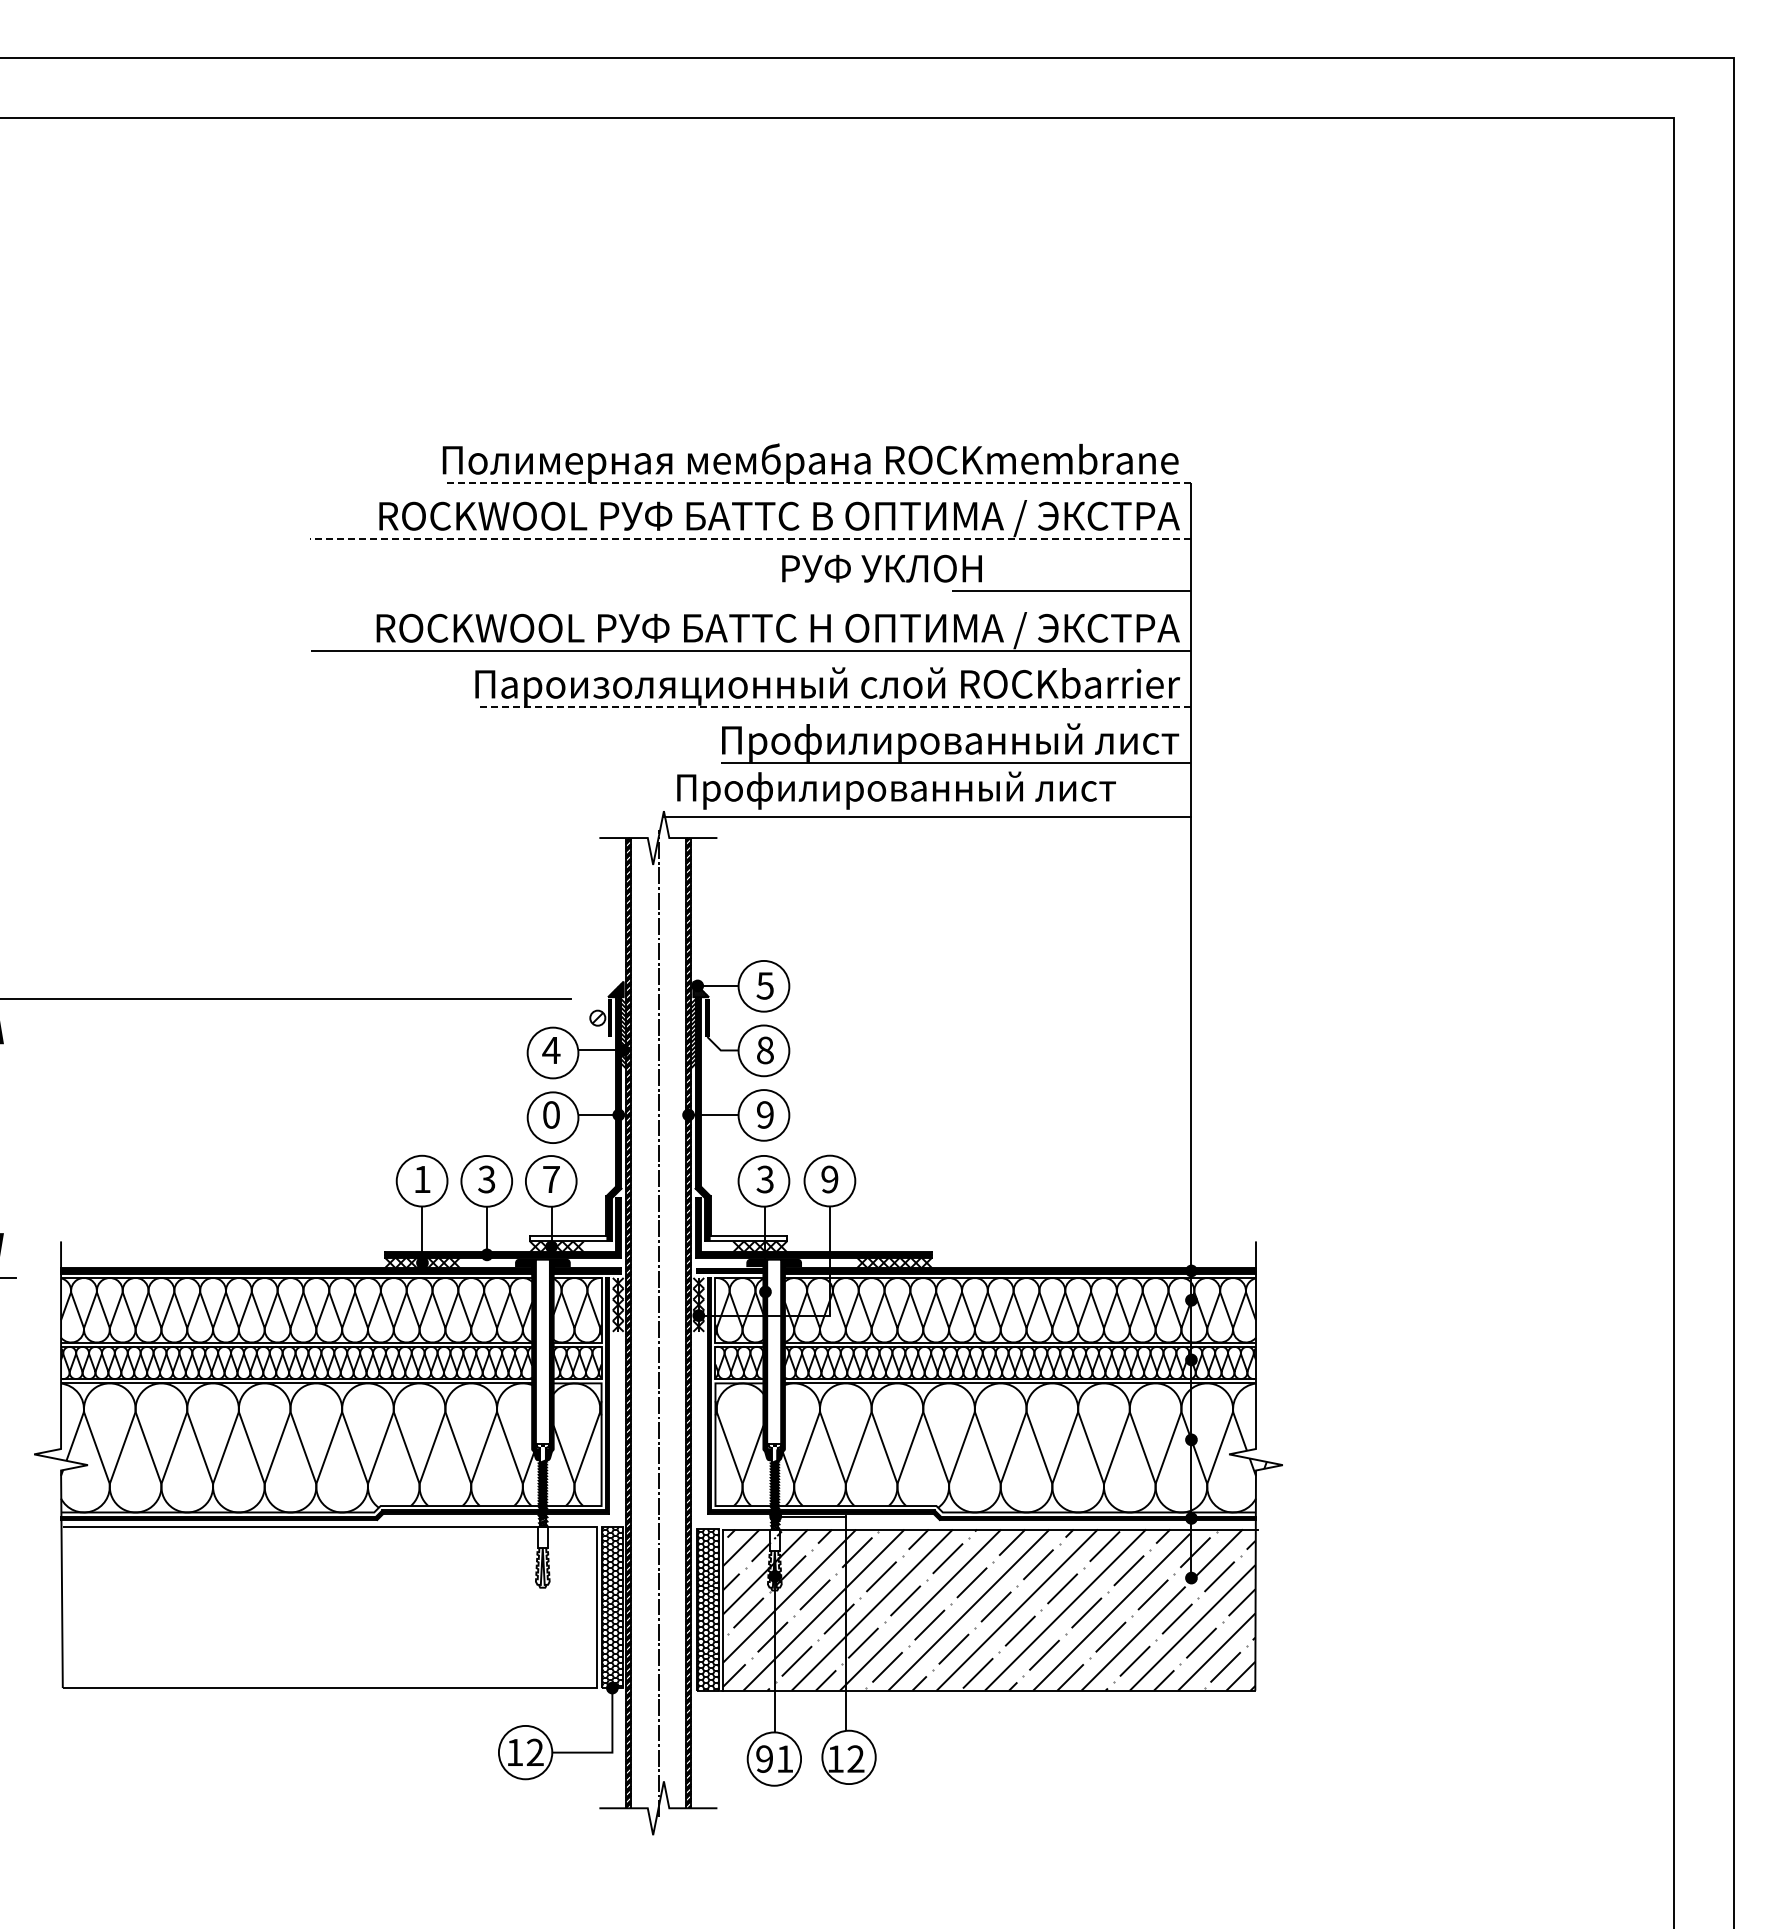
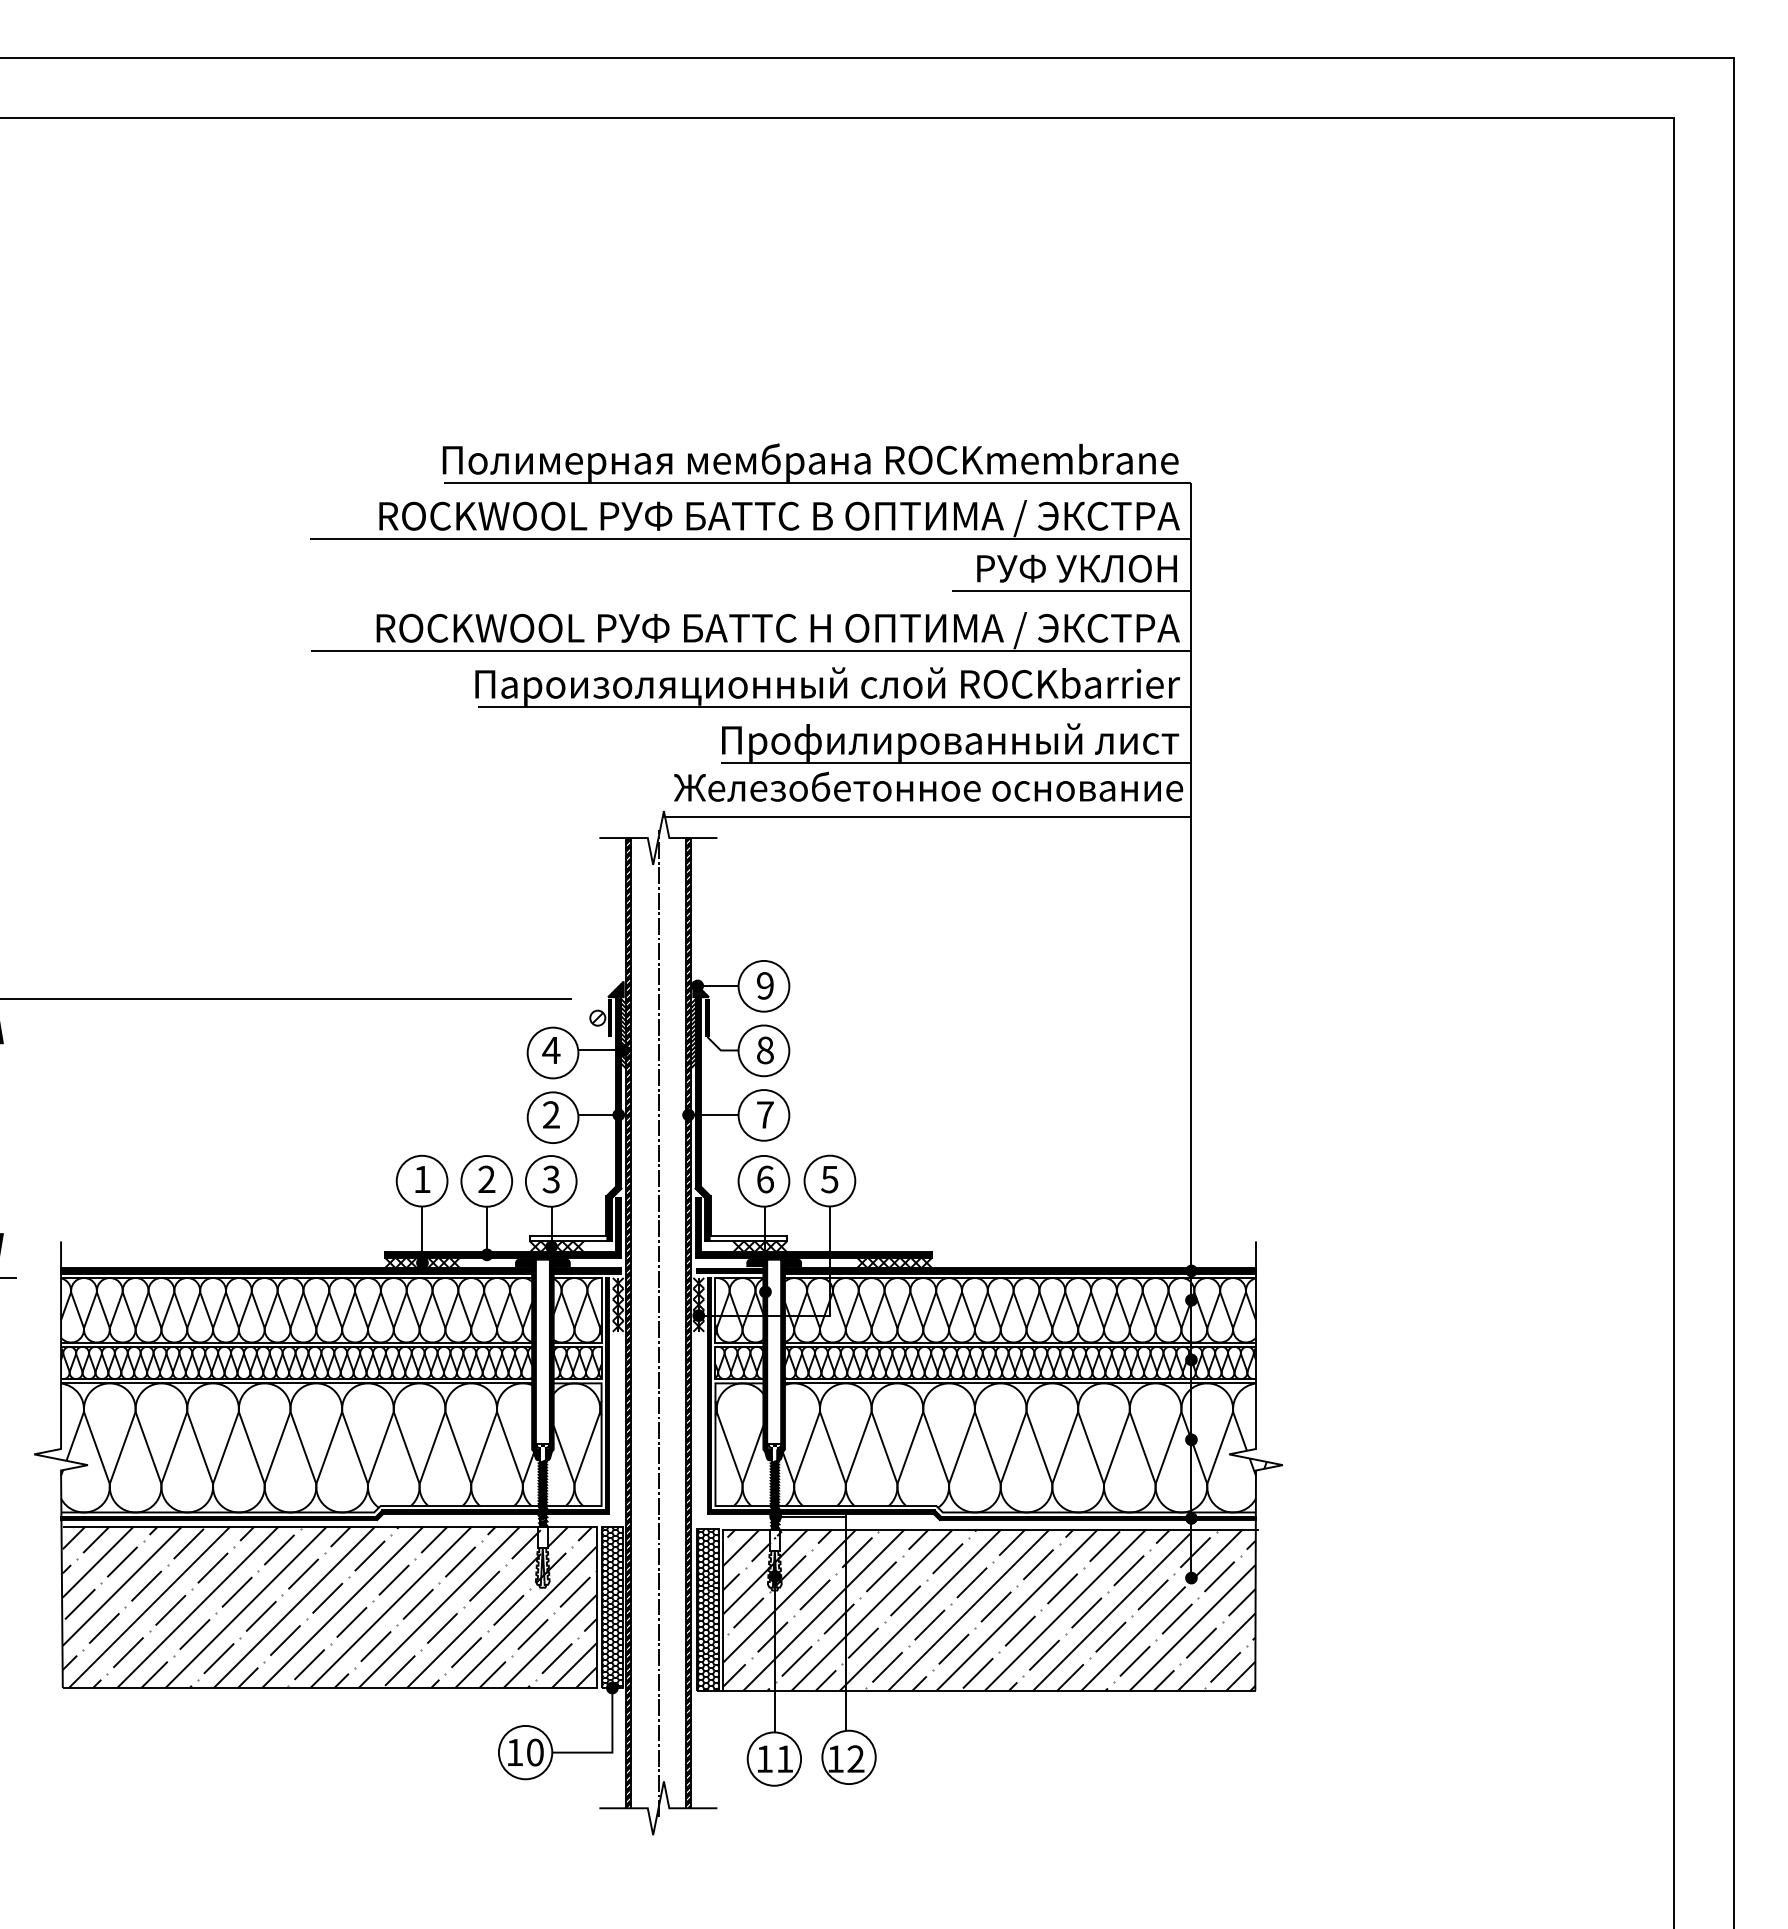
line at (817, 483): dashed -> solid
line at (750, 539): dashed -> solid
text at (881, 568) position: (881, 568) -> (1076, 568)
line at (834, 707): dashed -> solid
text at (928, 790): Профилированный лист -> Железобетонное основание
text at (764, 985): 5 -> 9
text at (551, 1114): 0 -> 2
text at (765, 1114): 9 -> 7
text at (486, 1179): 3 -> 2
text at (550, 1179): 7 -> 3
text at (764, 1179): 3 -> 6
text at (829, 1179): 9 -> 5
hatch at (329, 1607): none -> present
text at (534, 1752): 12 -> 10
text at (764, 1758): 91 -> 11
